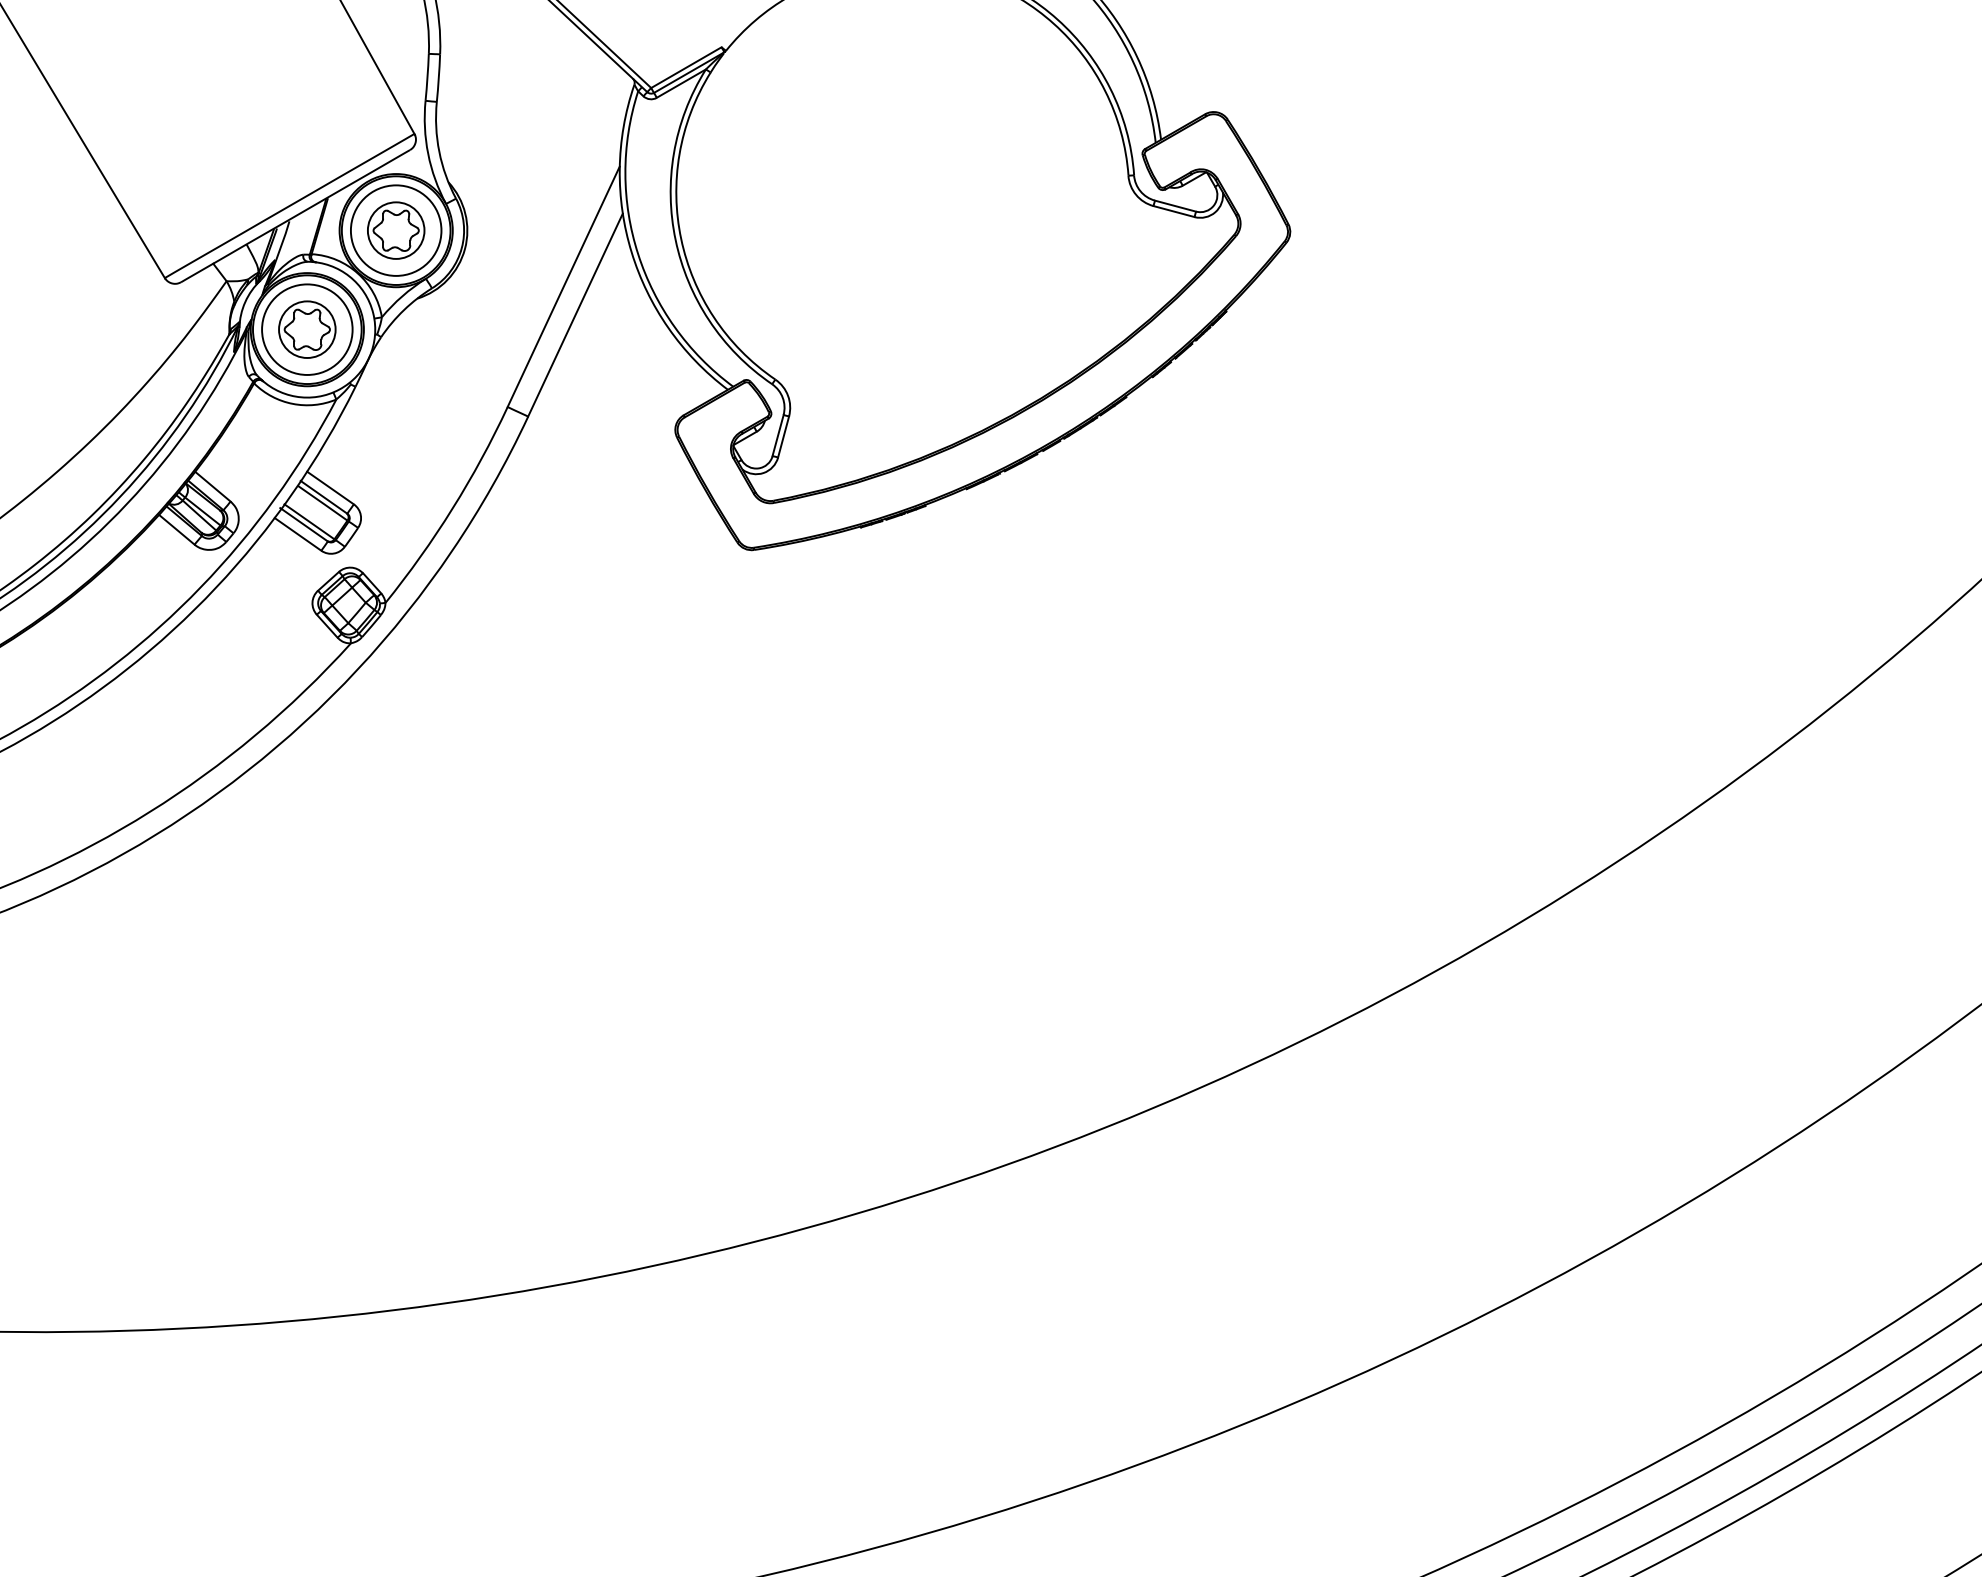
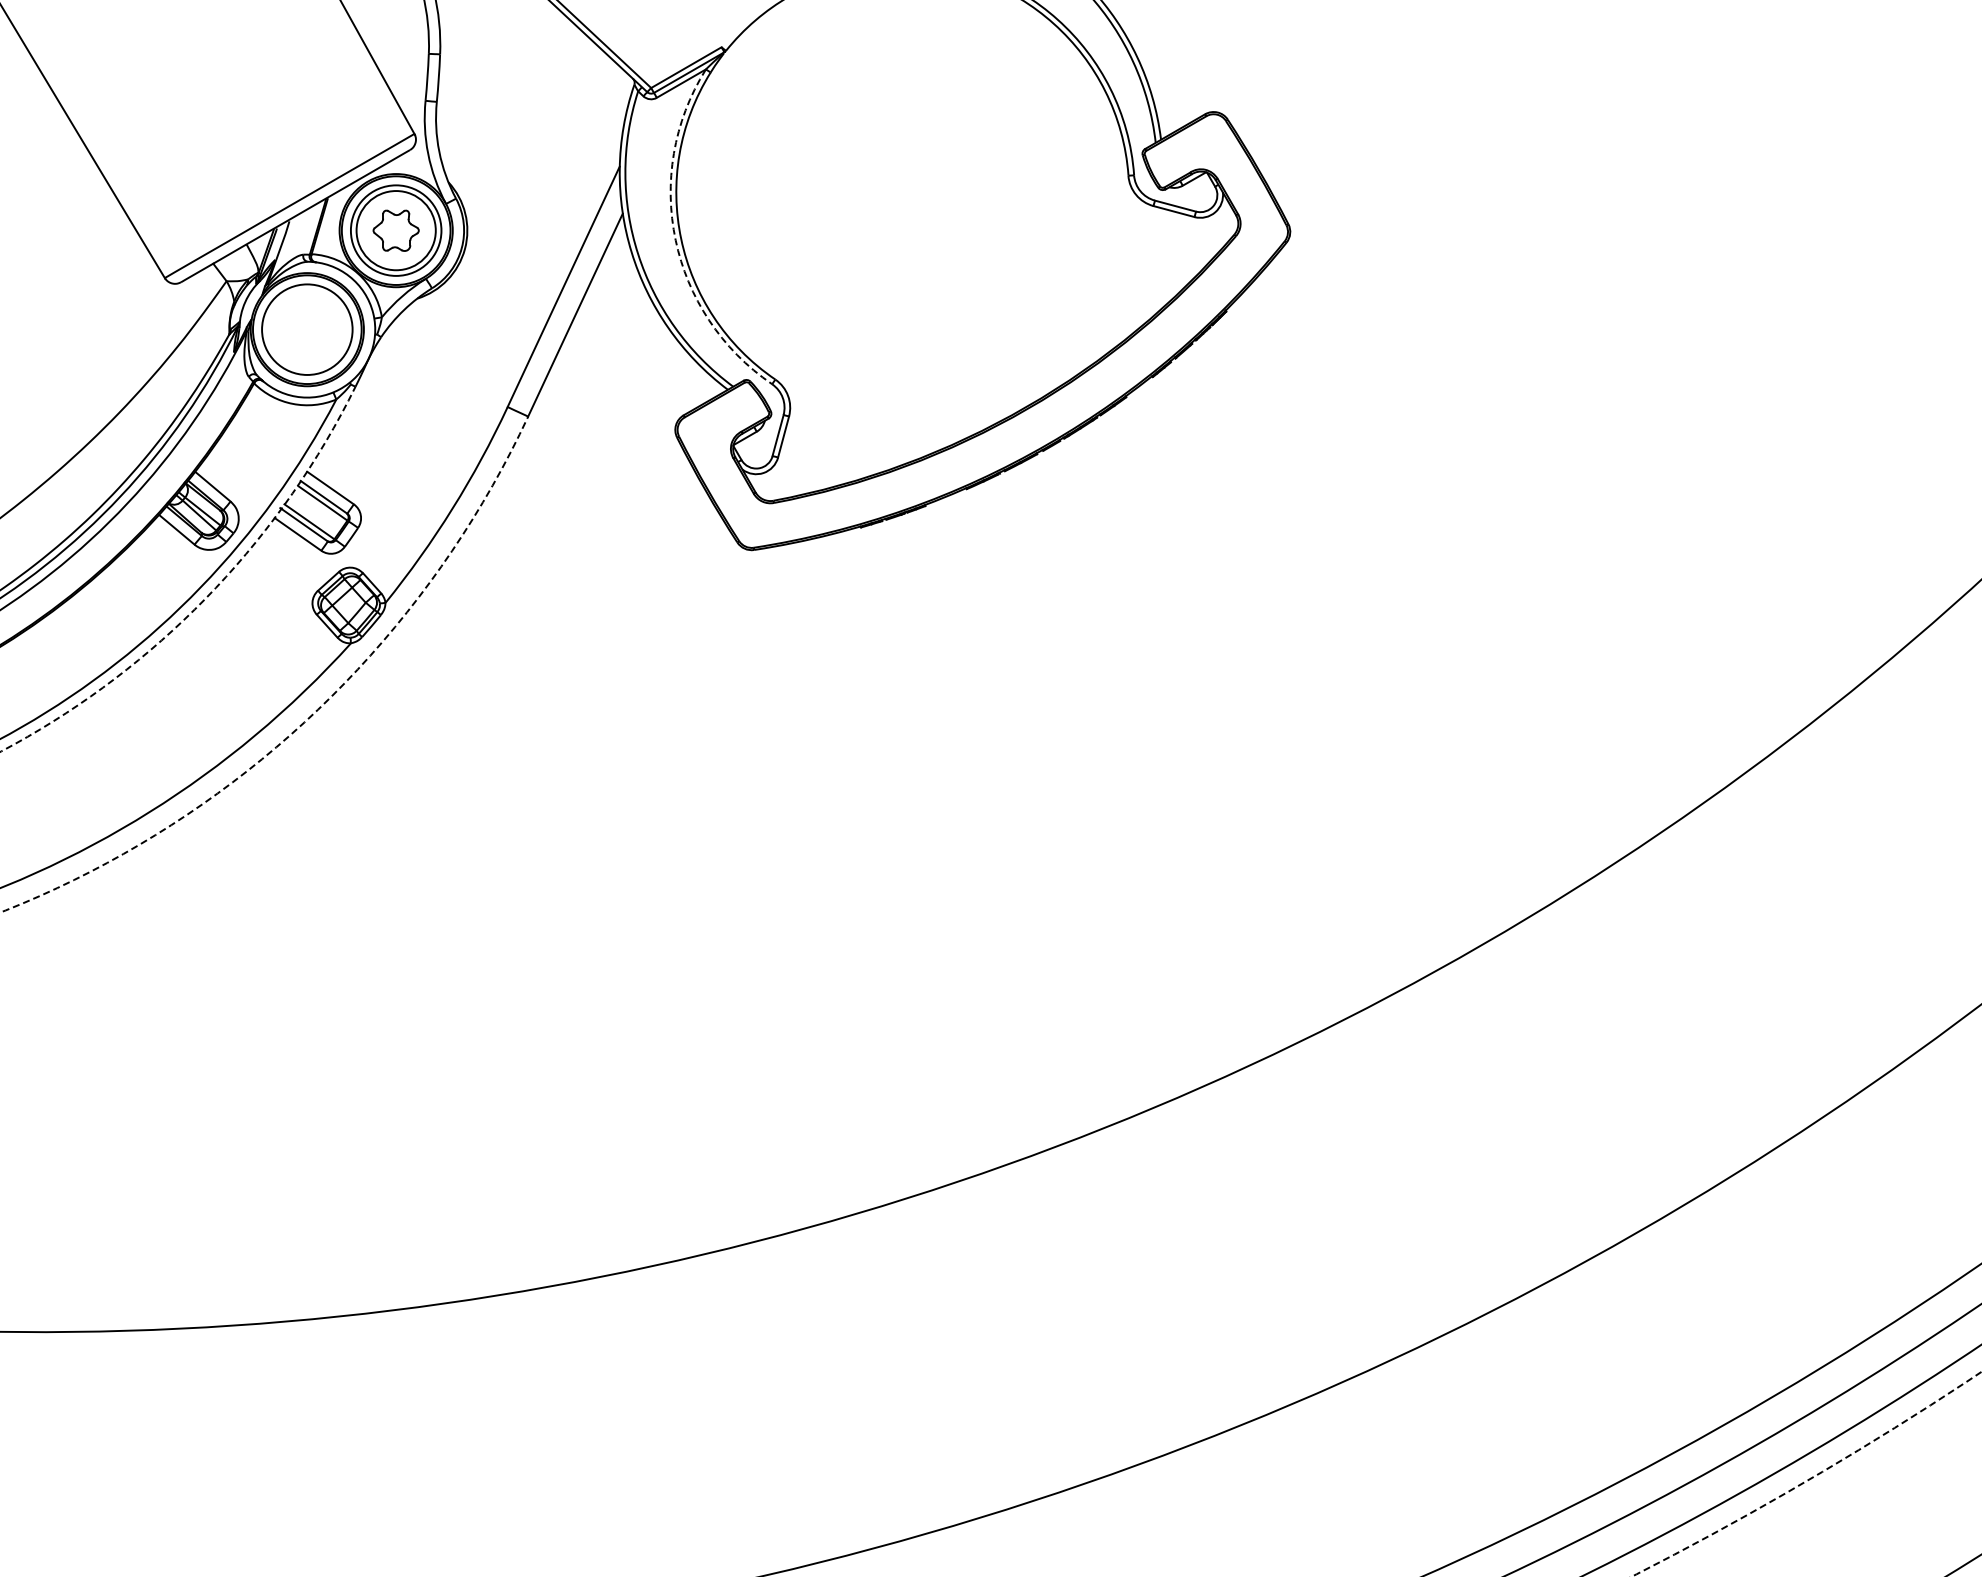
circle at (395, 230) diameter: 57 px -> 79 px
arc at (675, 240): solid -> dashed
part at (307, 329): present -> none
arc at (205, 598): solid -> dashed
arc at (313, 714): solid -> dashed
circle at (1806, 1473): solid -> dashed
